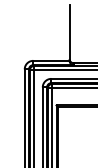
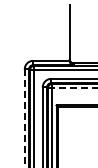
line at (72, 88): solid -> dashed
line at (24, 118): solid -> dashed
